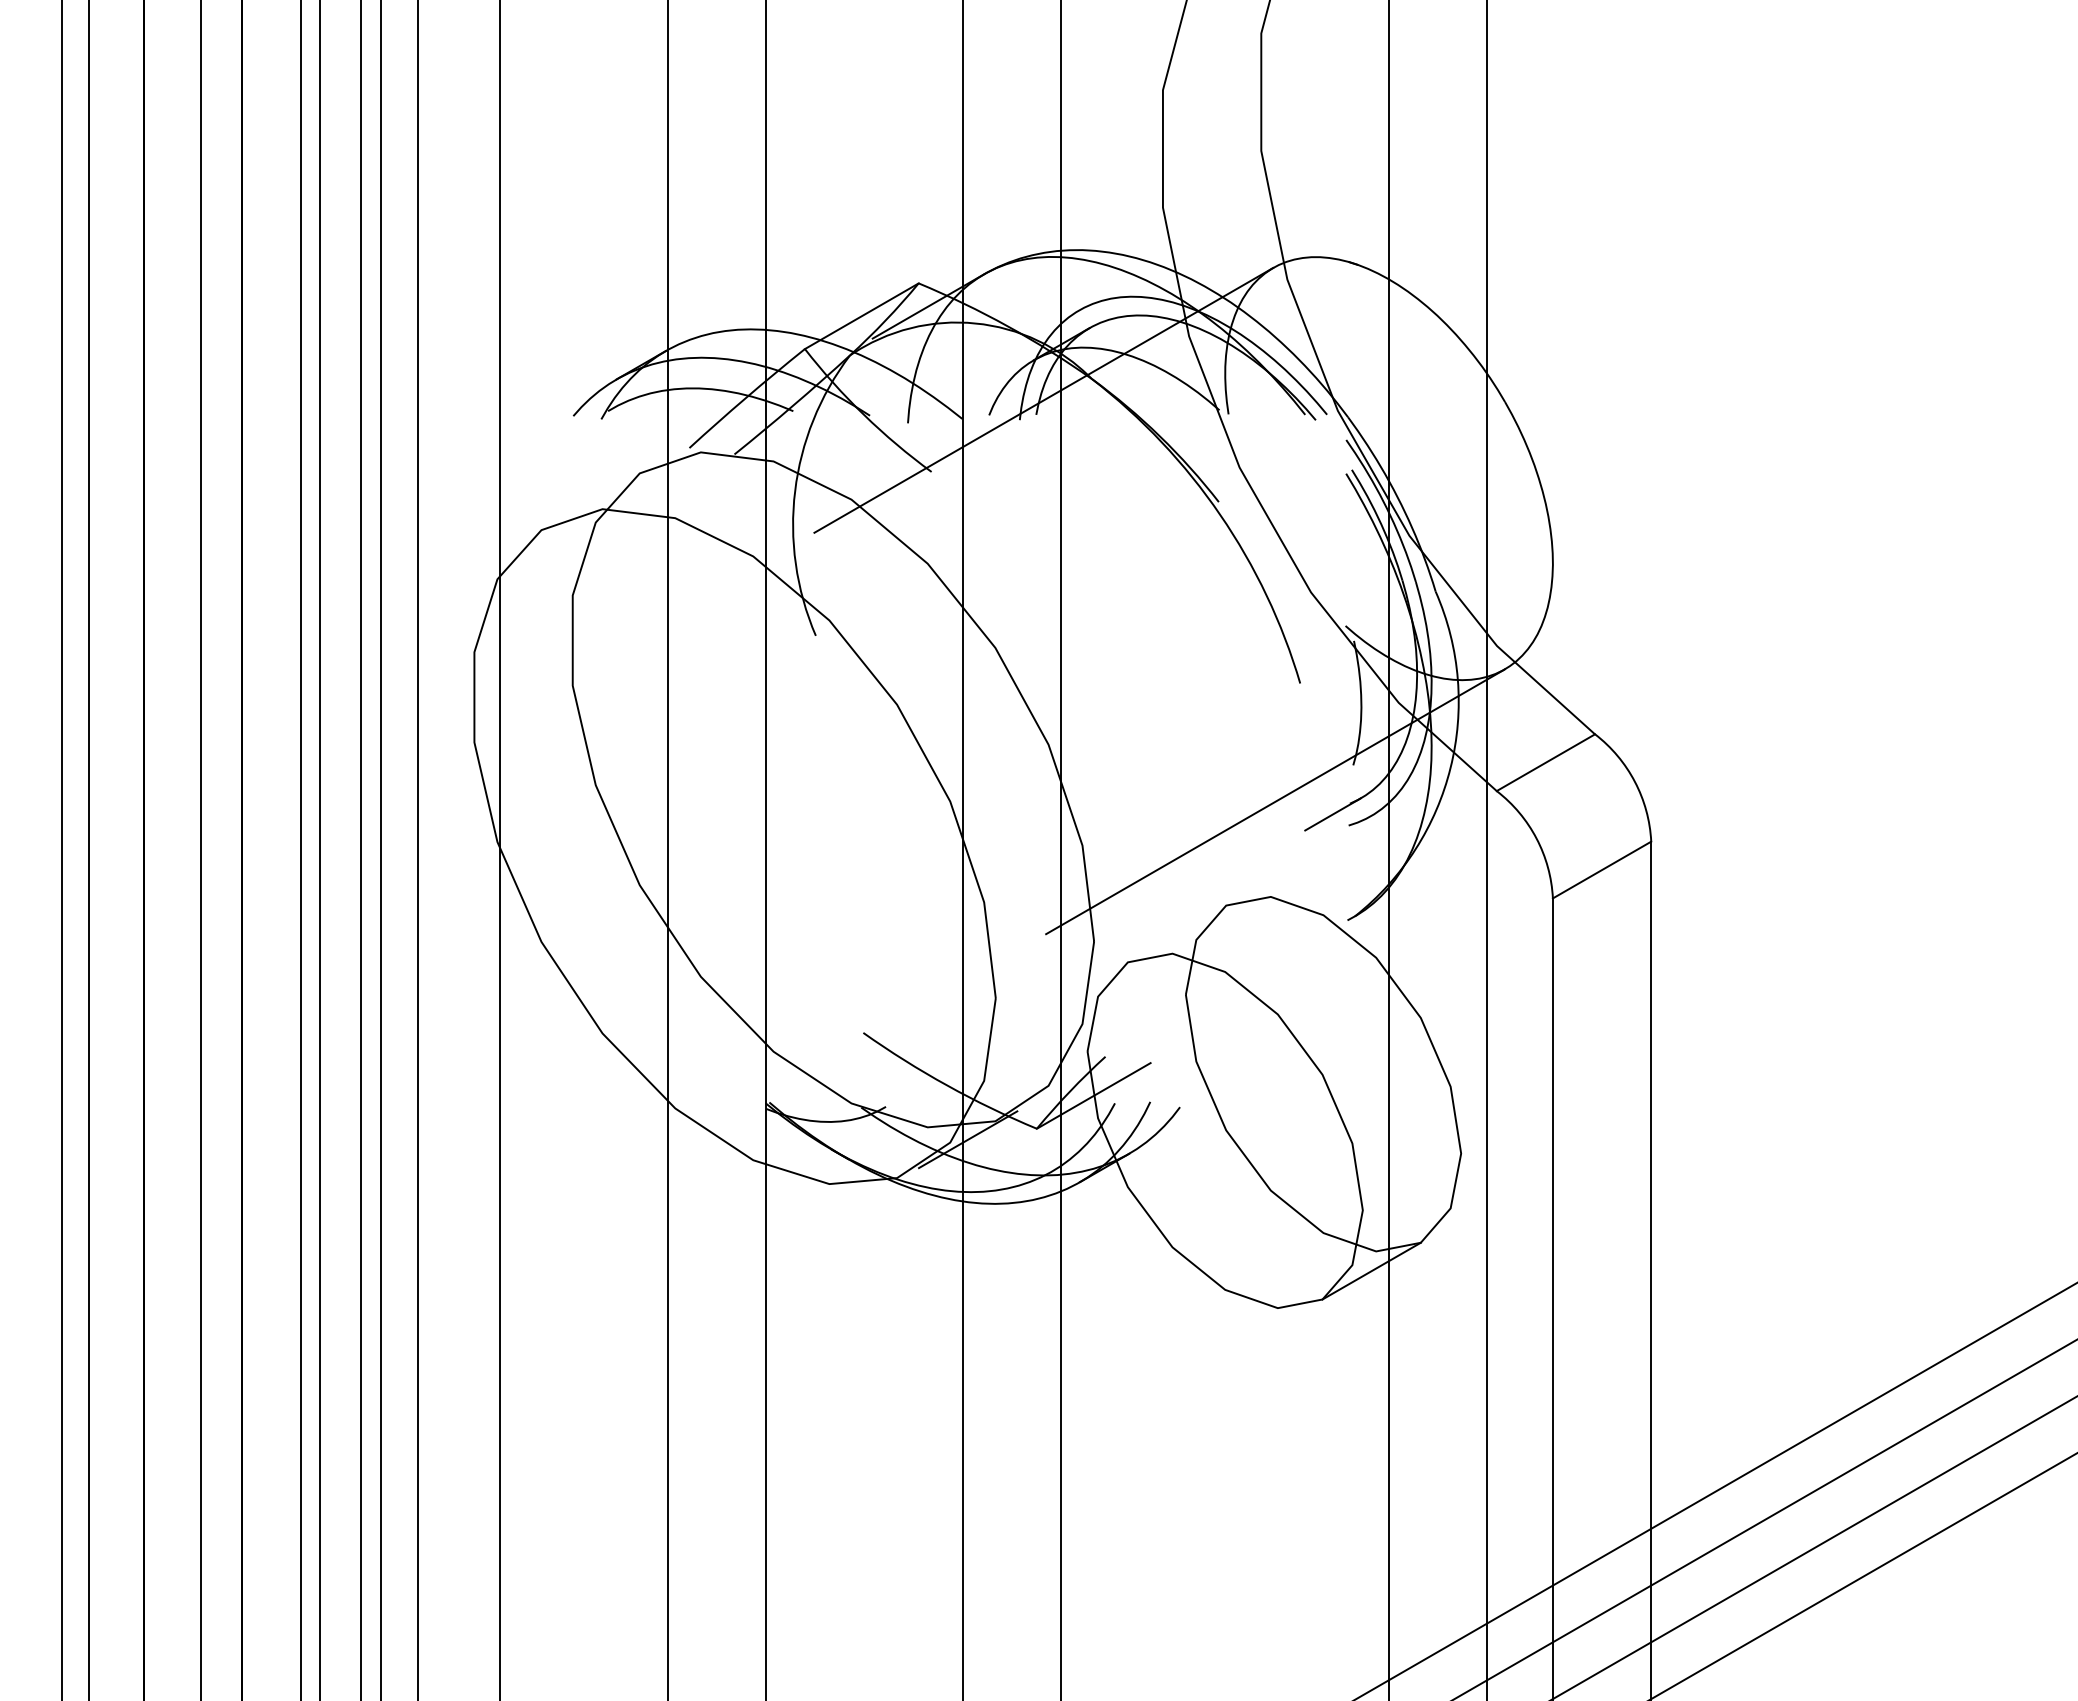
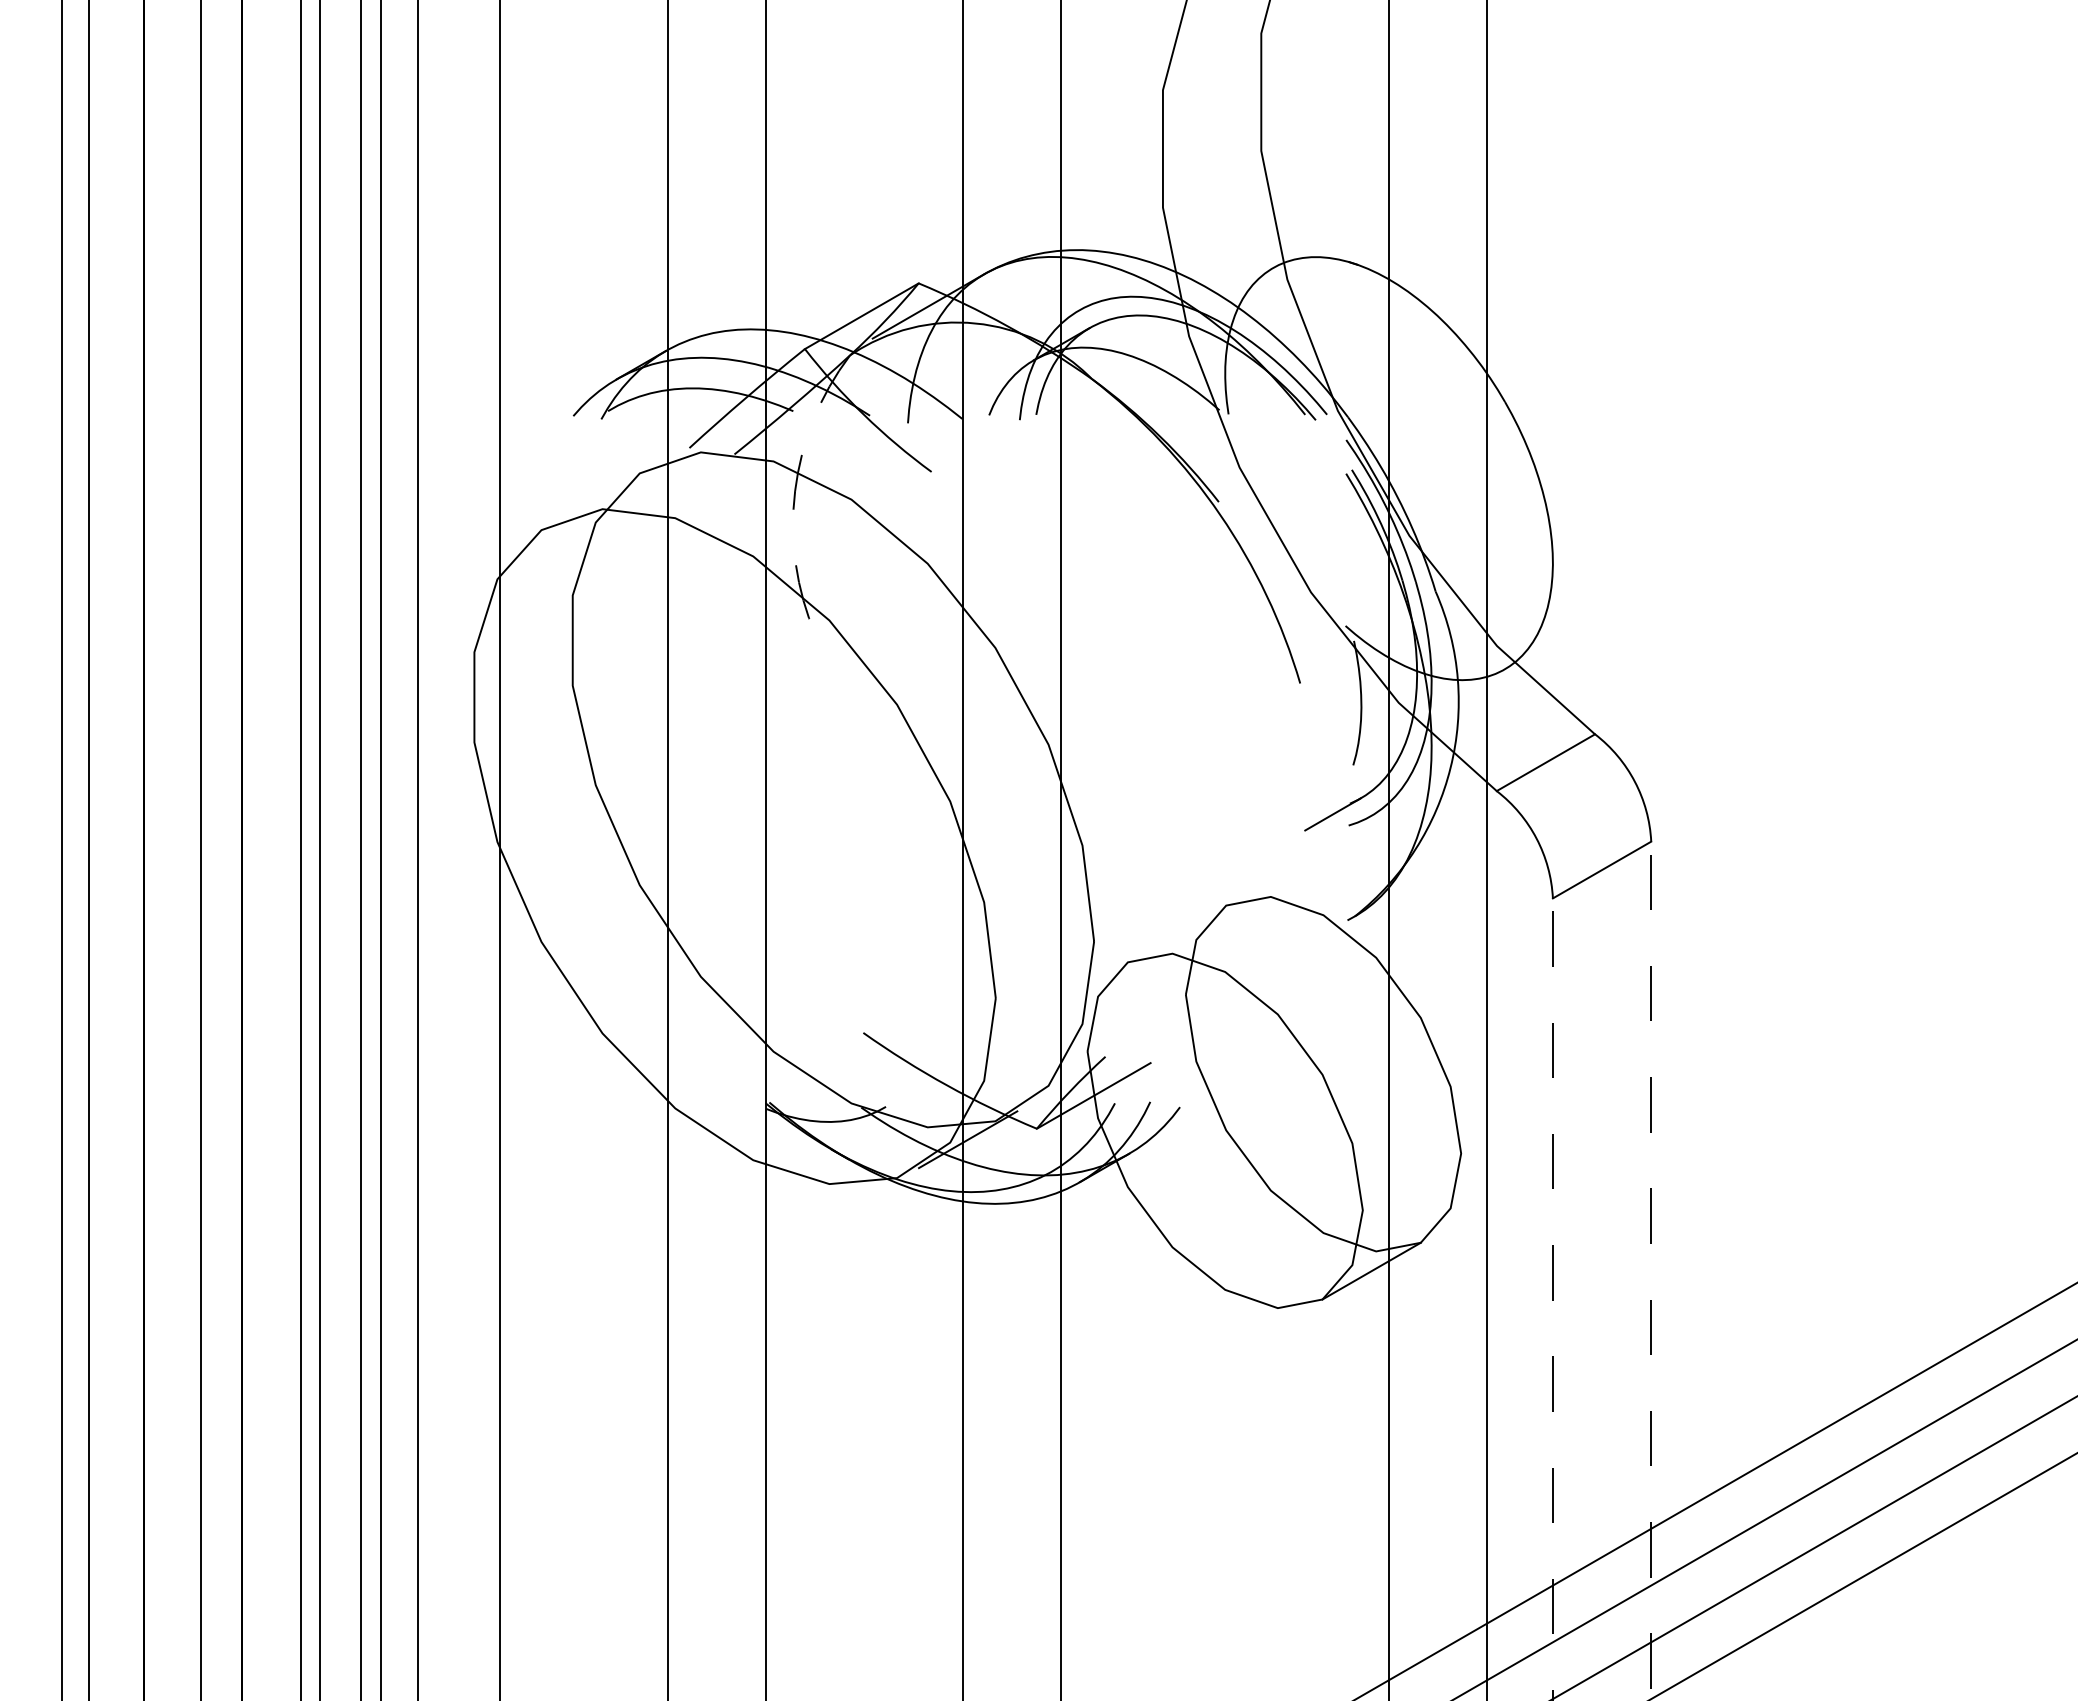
line at (1043, 399): present -> none
arc at (795, 491): solid -> dashed
line at (1275, 801): present -> none
line at (1651, 1270): solid -> dashed
line at (1552, 1299): solid -> dashed
